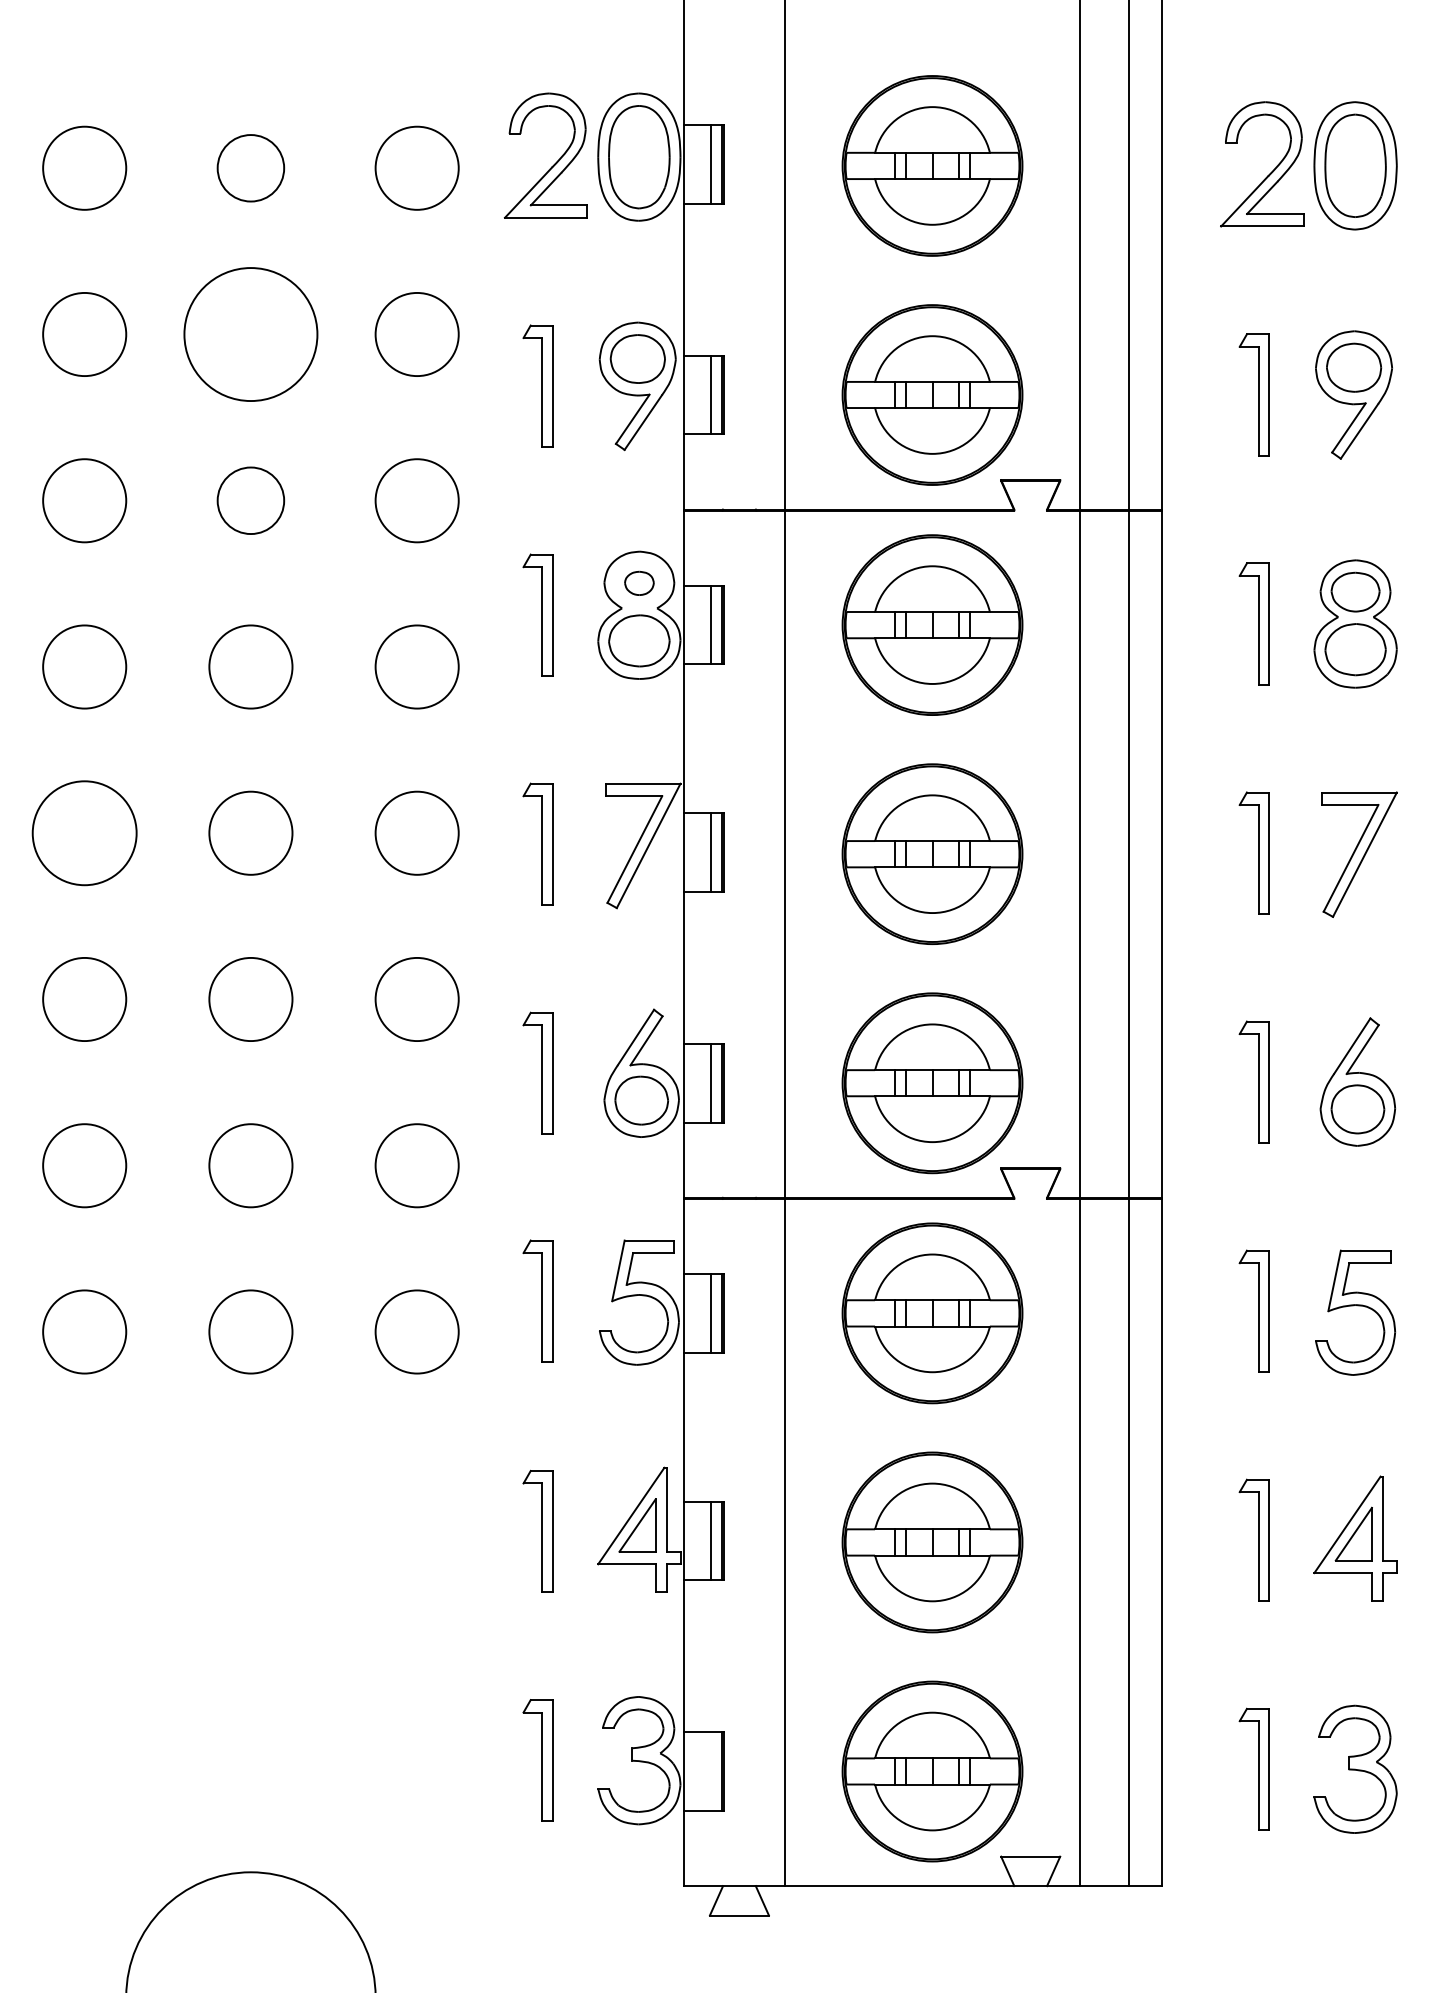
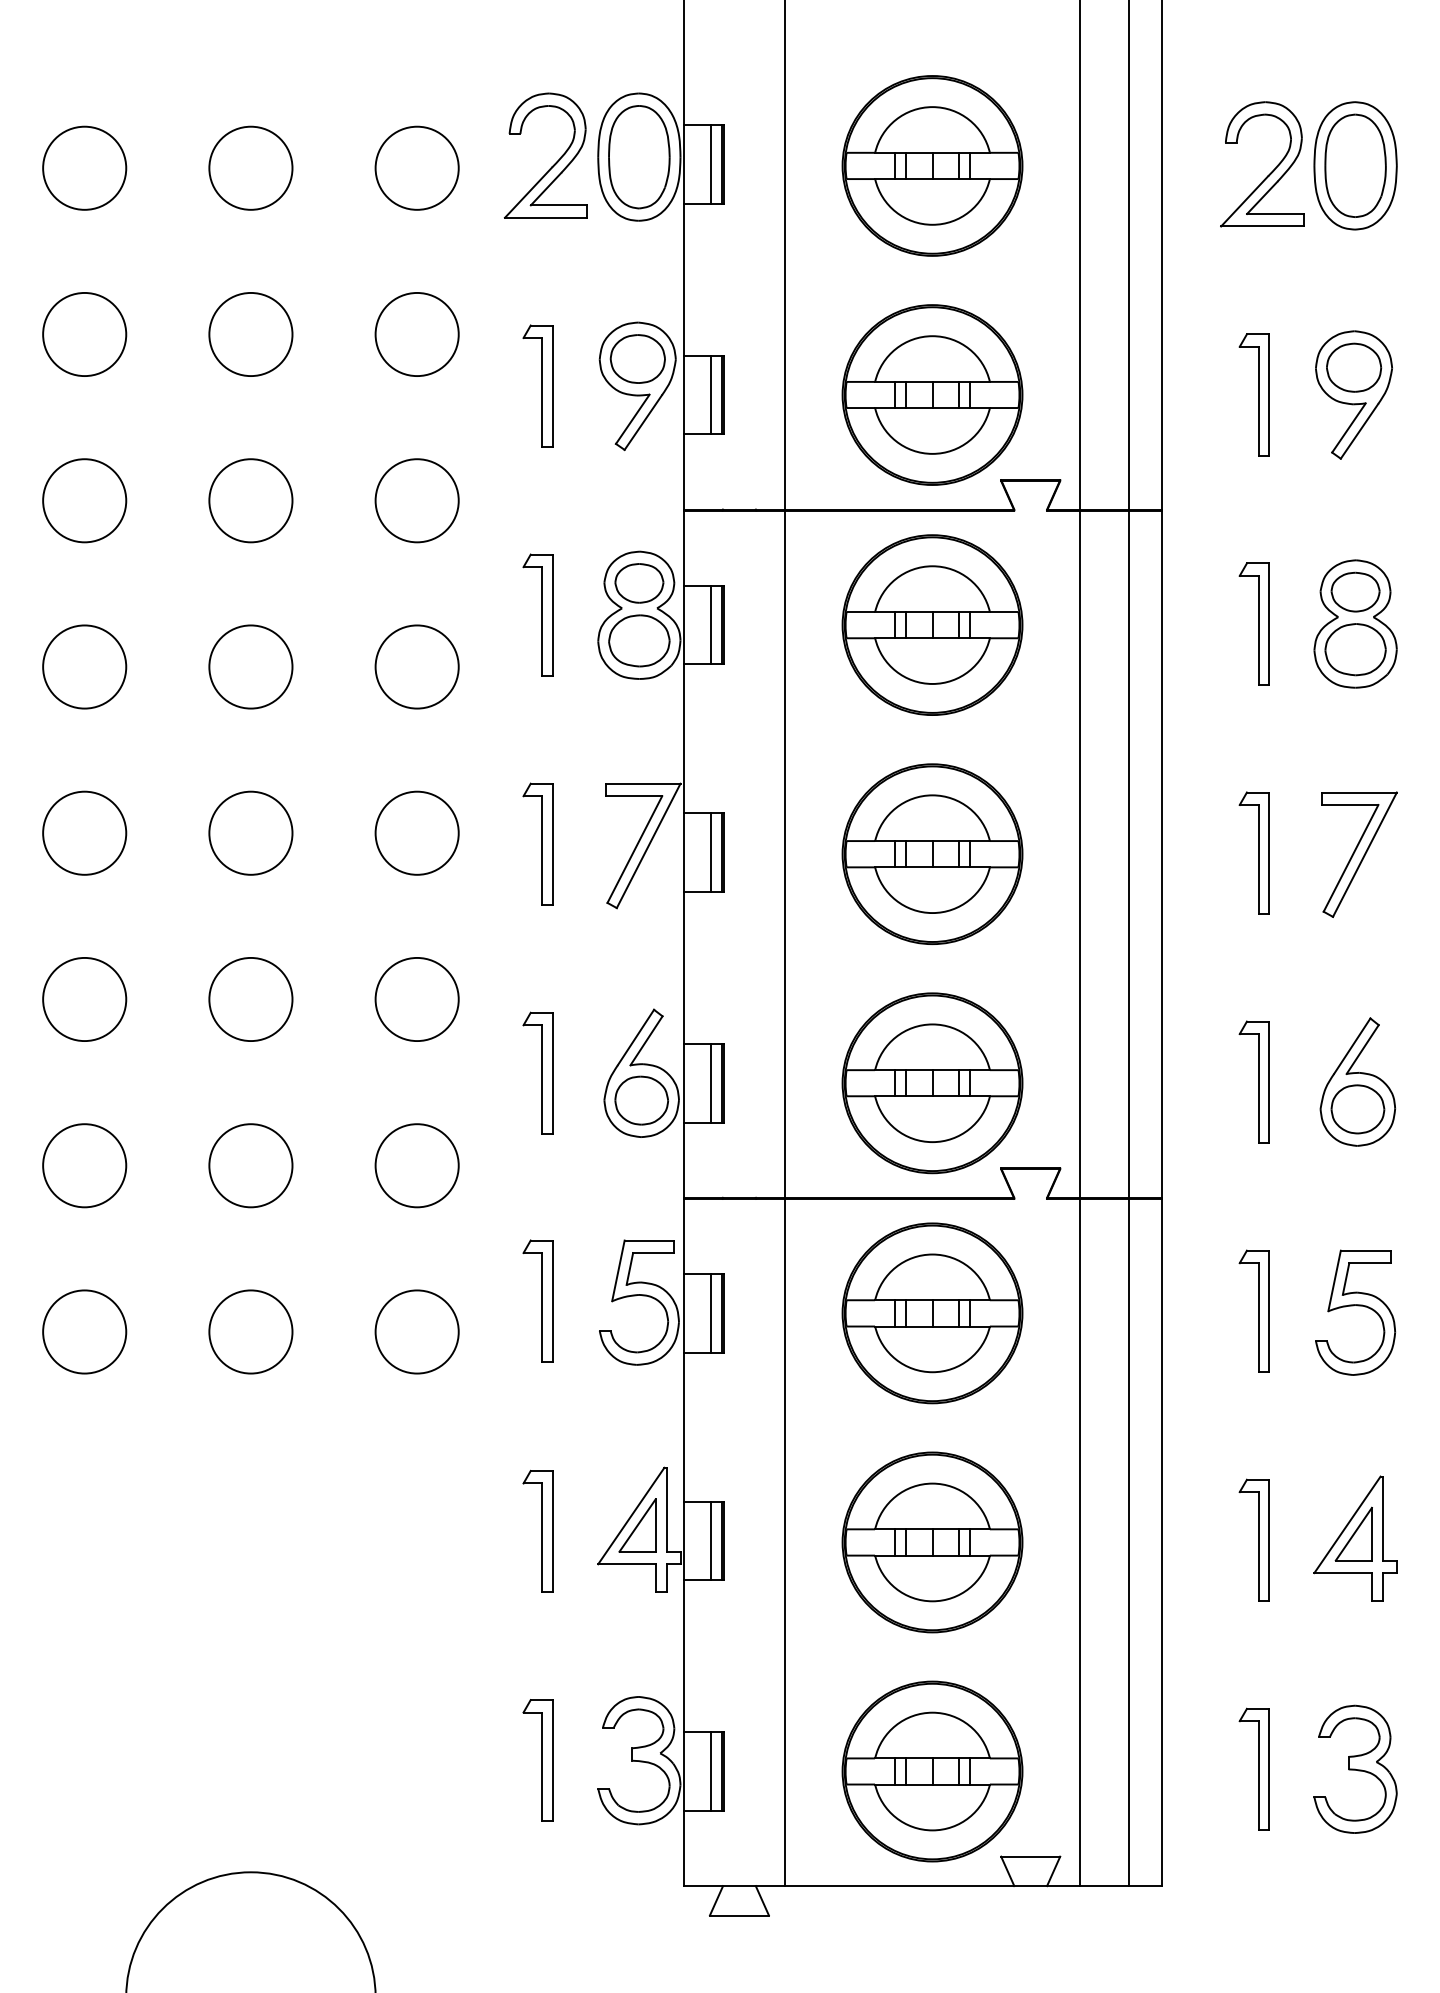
circle at (250, 168) diameter: 66 px -> 83 px
circle at (250, 334) diameter: 133 px -> 83 px
circle at (250, 500) diameter: 66 px -> 83 px
part at (639, 582) size: 31x26 px -> 51x41 px
circle at (84, 833) diameter: 104 px -> 83 px
line at (711, 1771): none -> present
